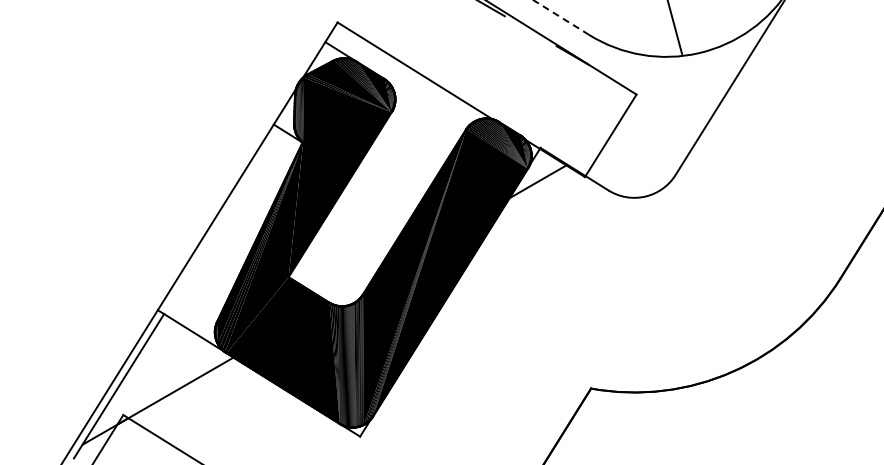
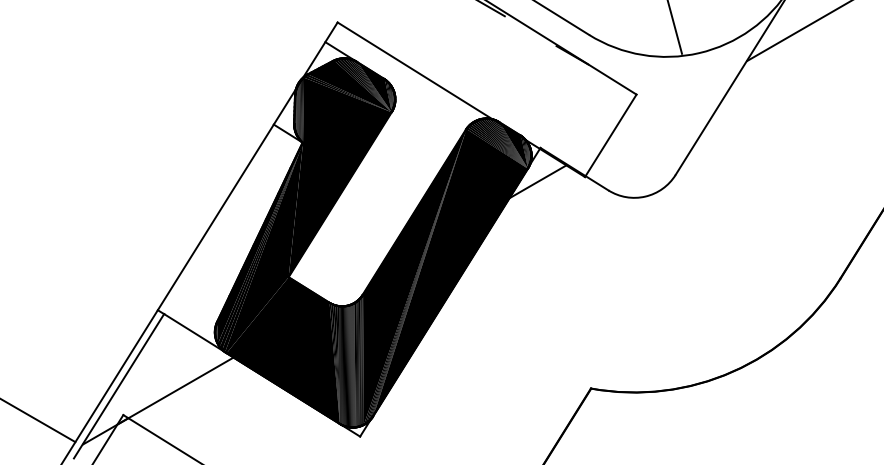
line at (561, 17): dashed -> solid
line at (797, 31): none -> present
line at (38, 421): none -> present
